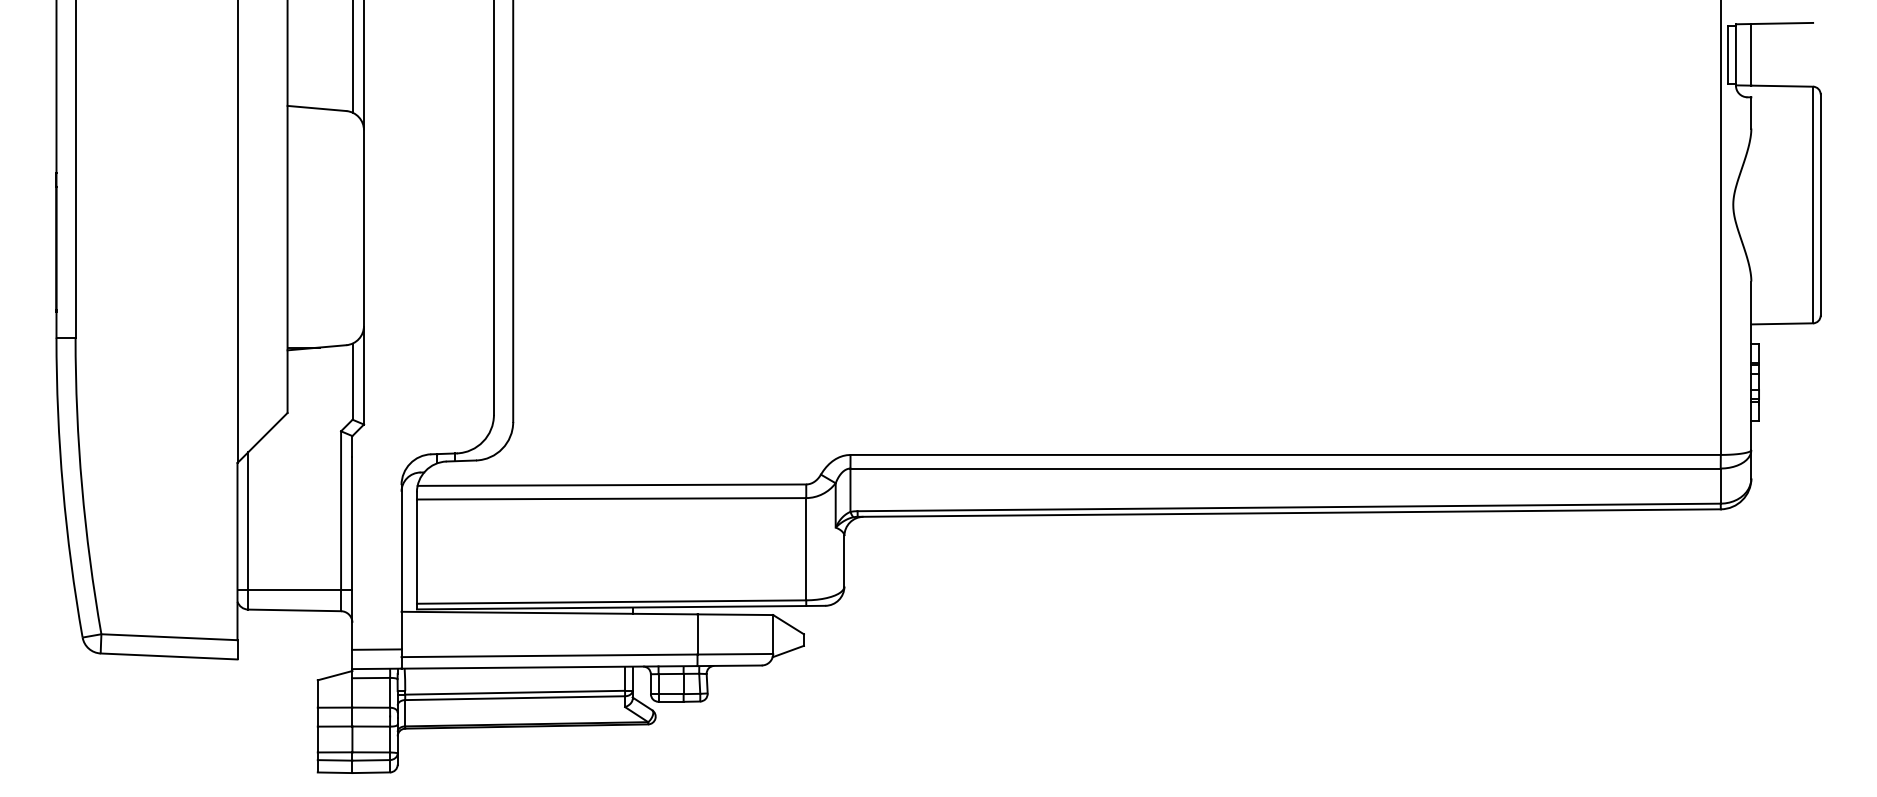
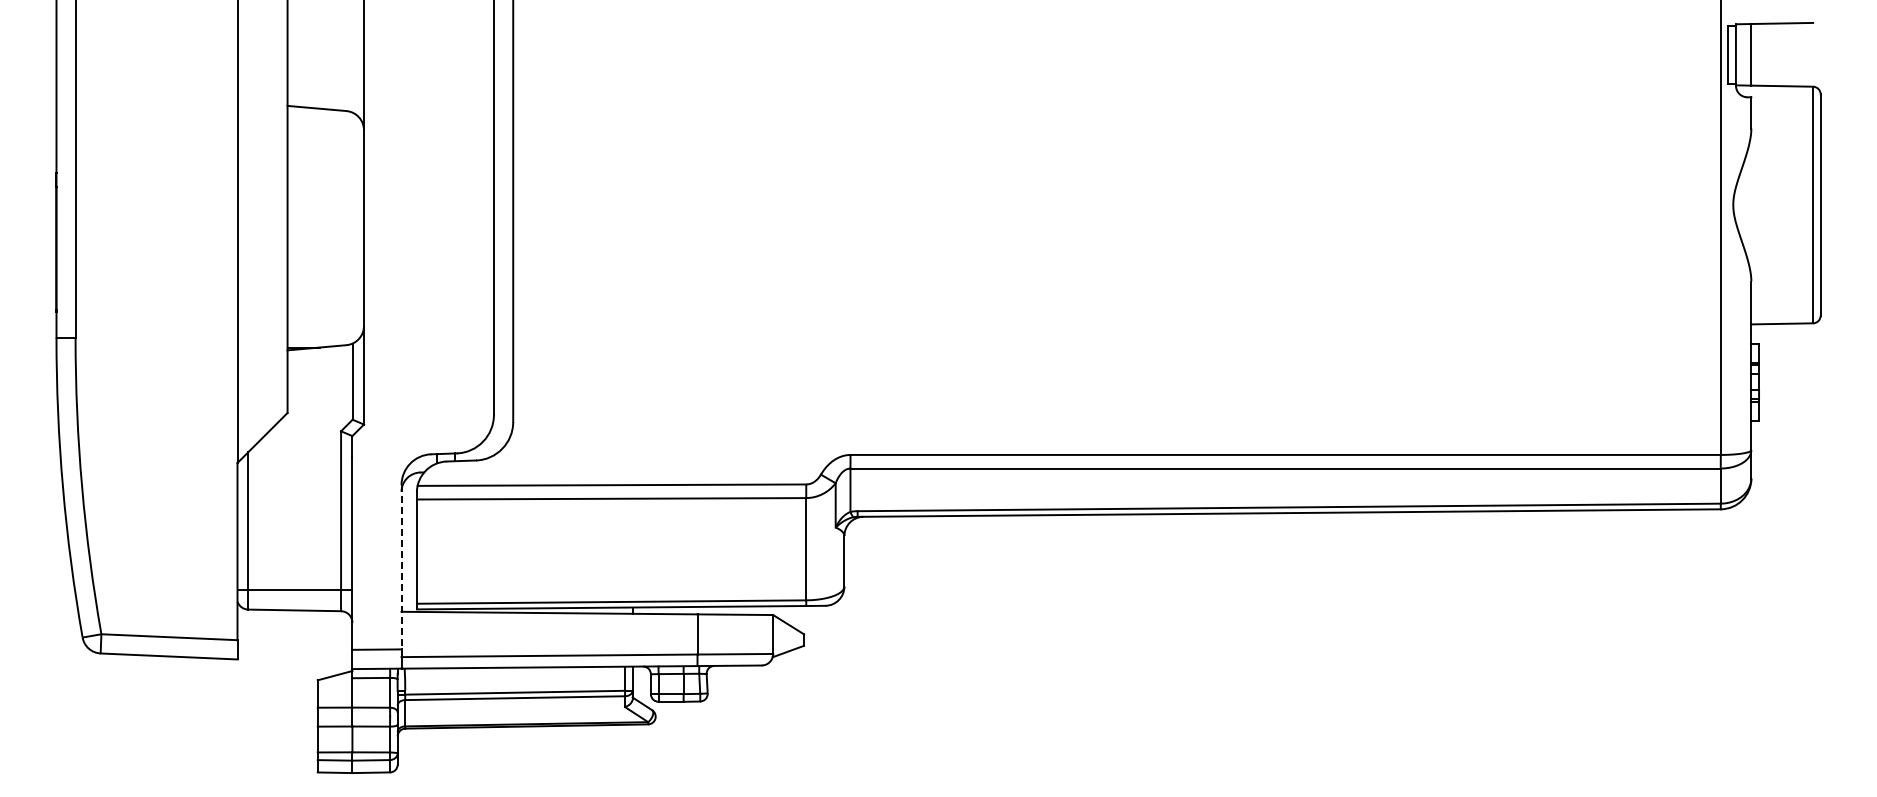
line at (352, 57): present -> none
line at (401, 567): solid -> dashed
